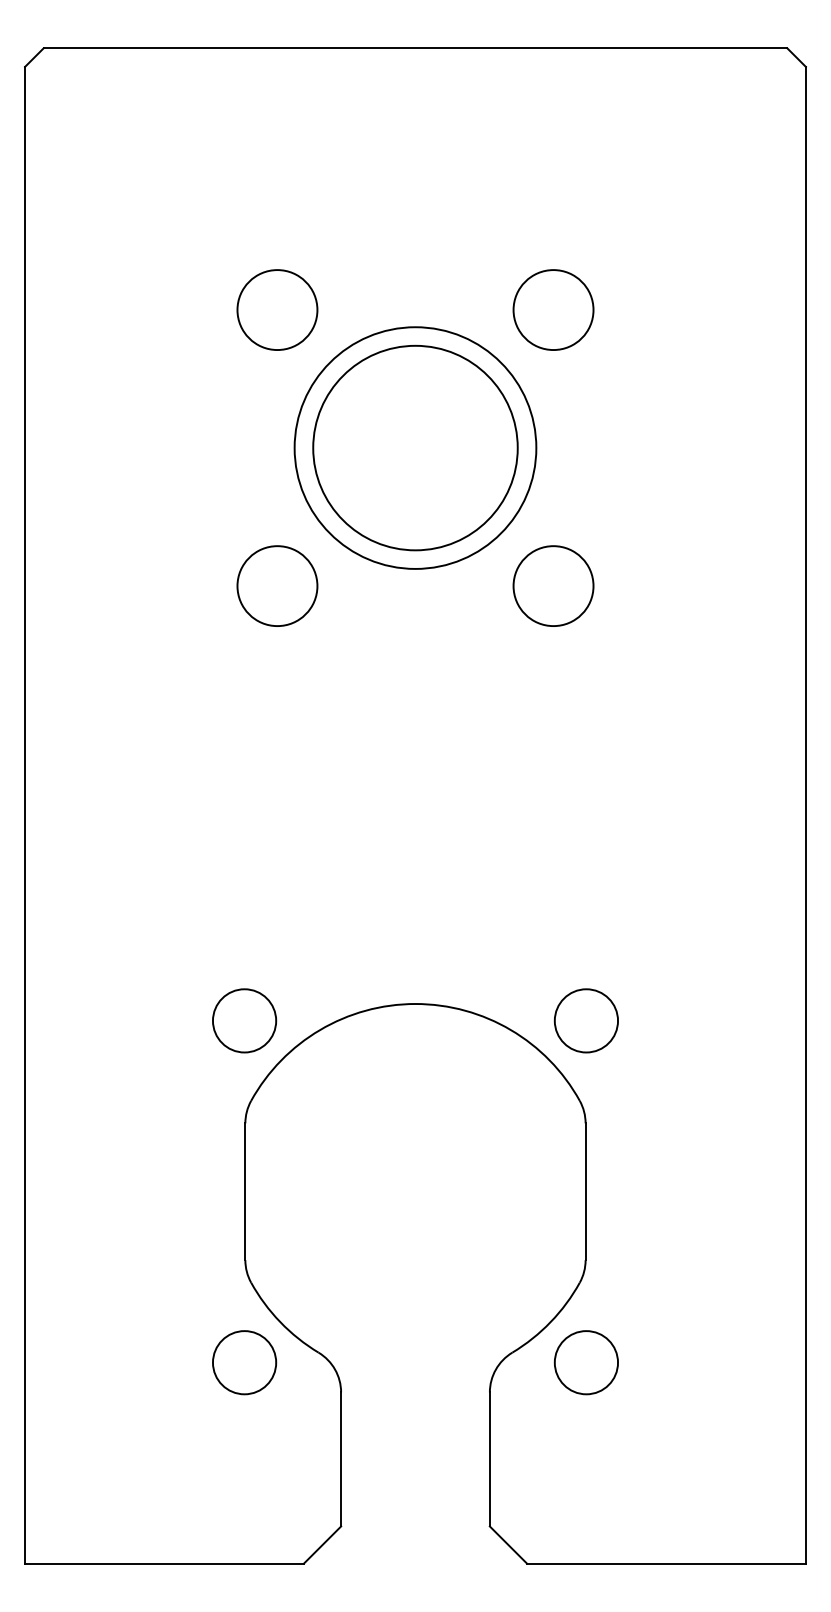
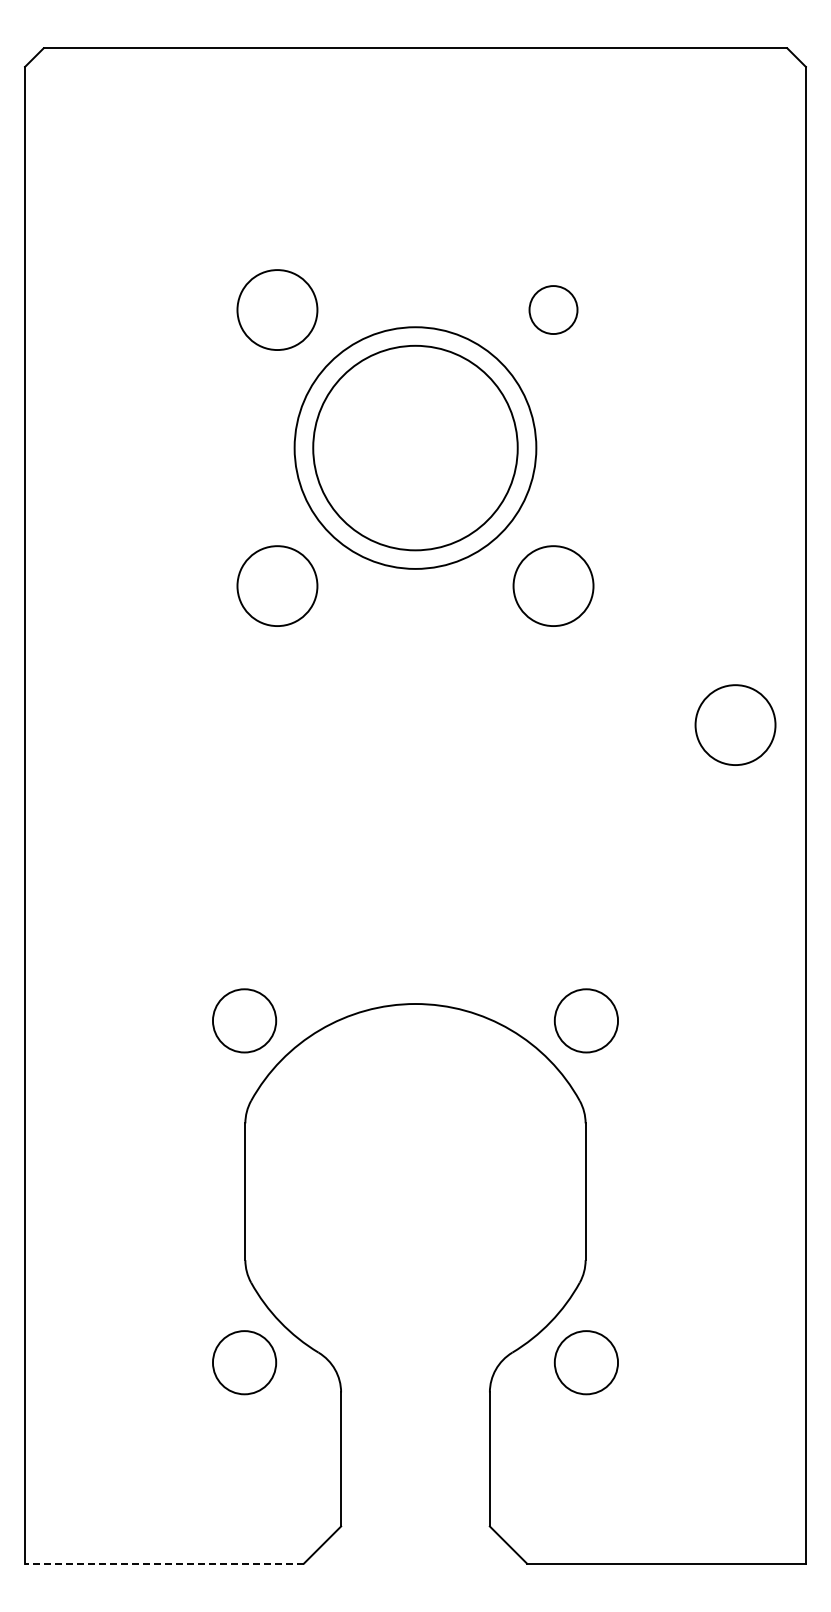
circle at (553, 309) size: 83x82 px -> 51x50 px
circle at (735, 724): none -> present
line at (163, 1563): solid -> dashed
